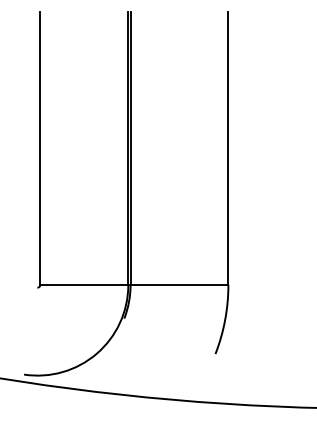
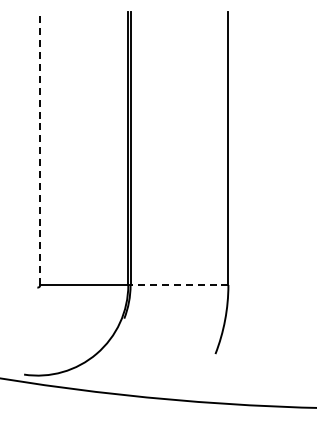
line at (40, 148): solid -> dashed
line at (179, 285): solid -> dashed
